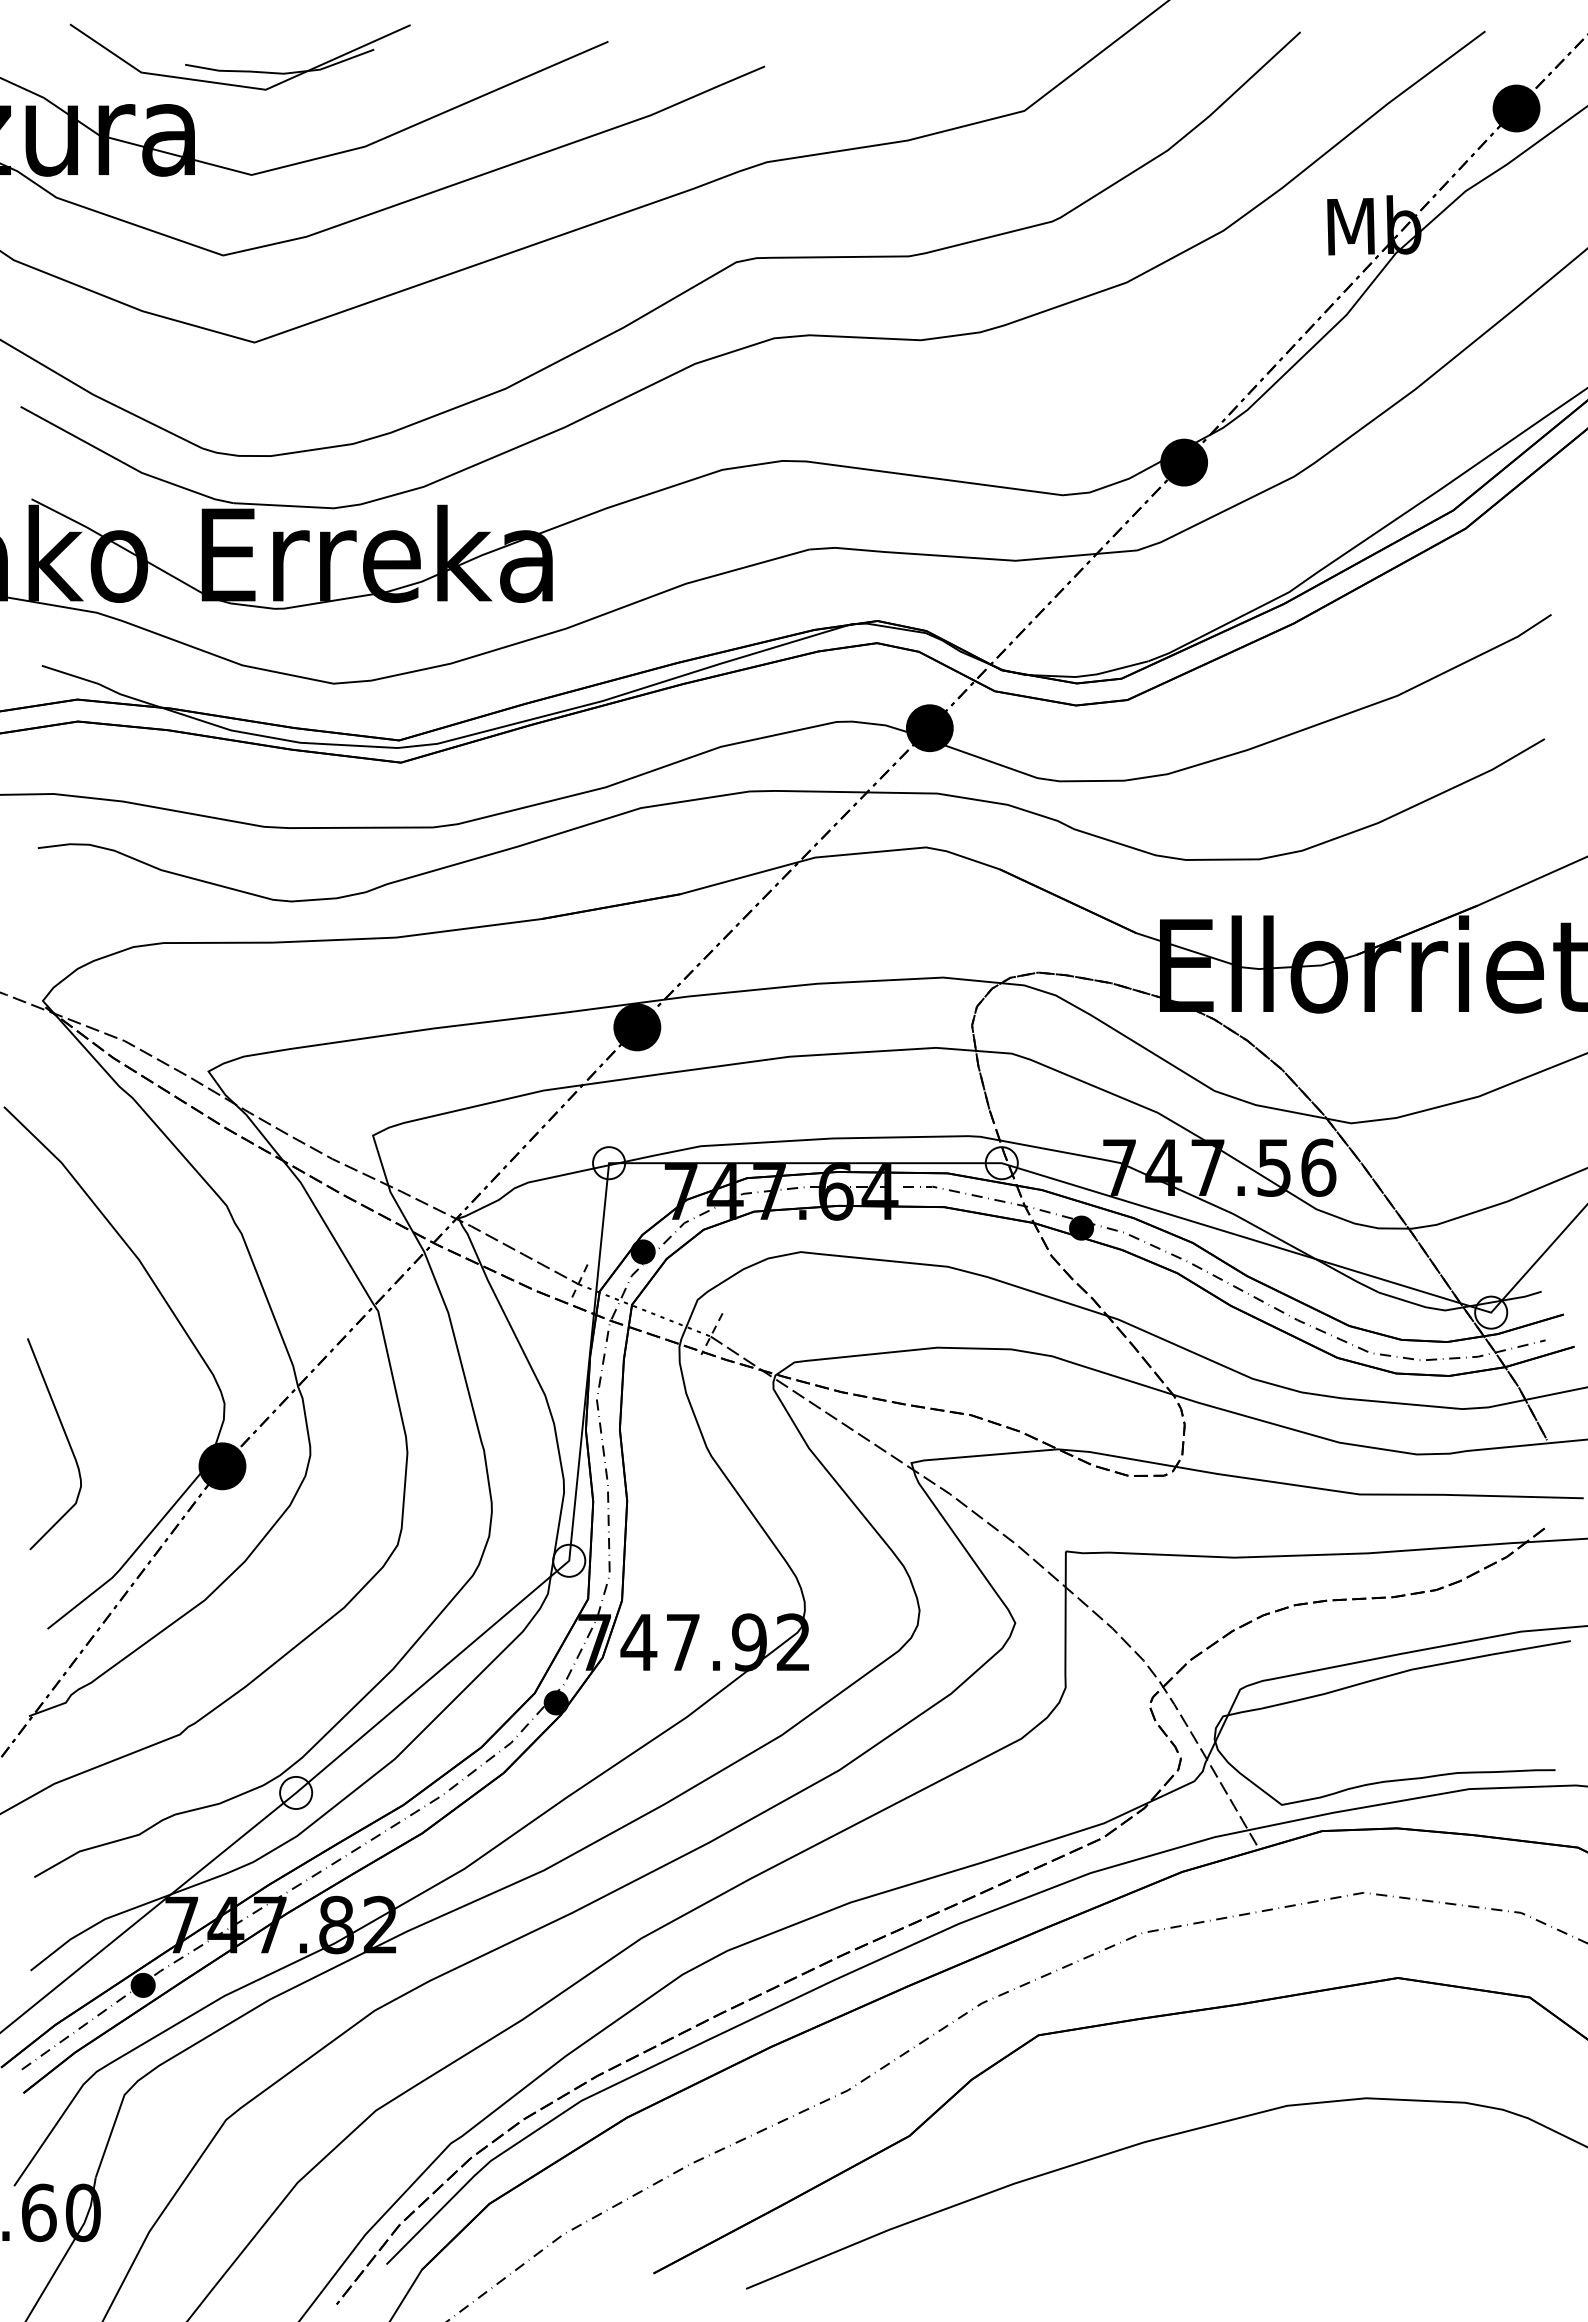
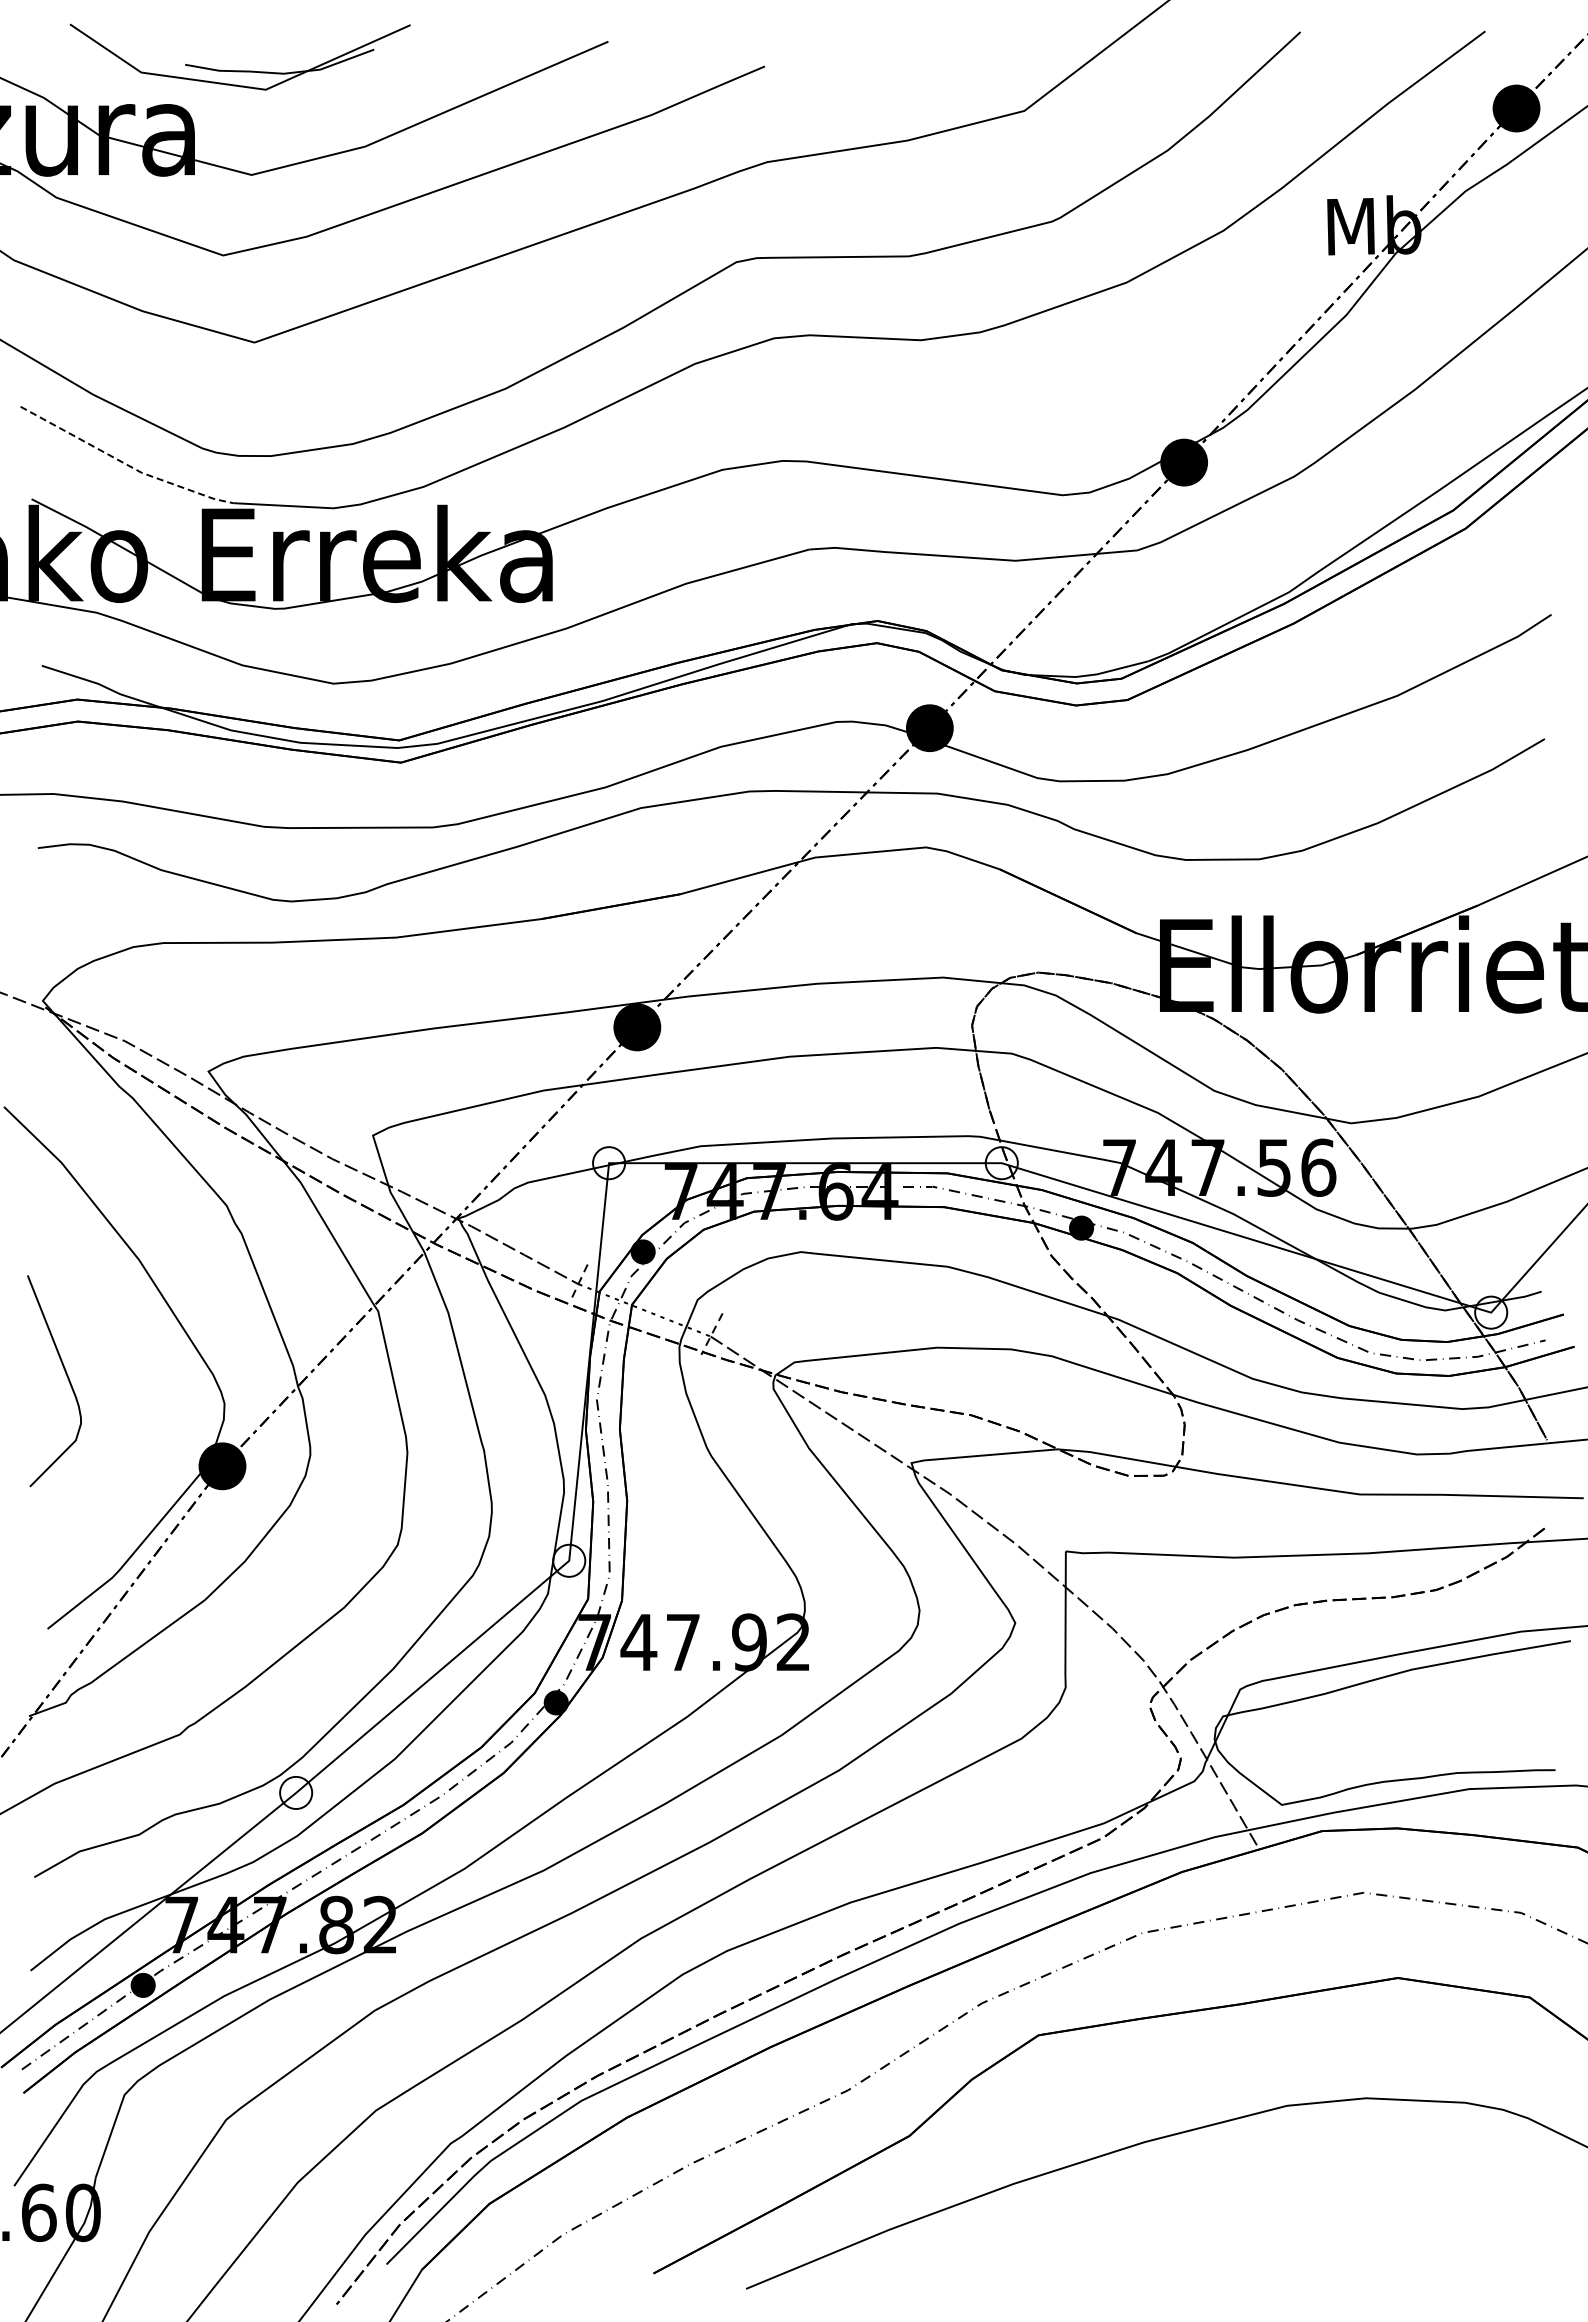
line at (124, 463): solid -> dashed
curve at (66, 1439) position: (66, 1439) -> (66, 1376)
